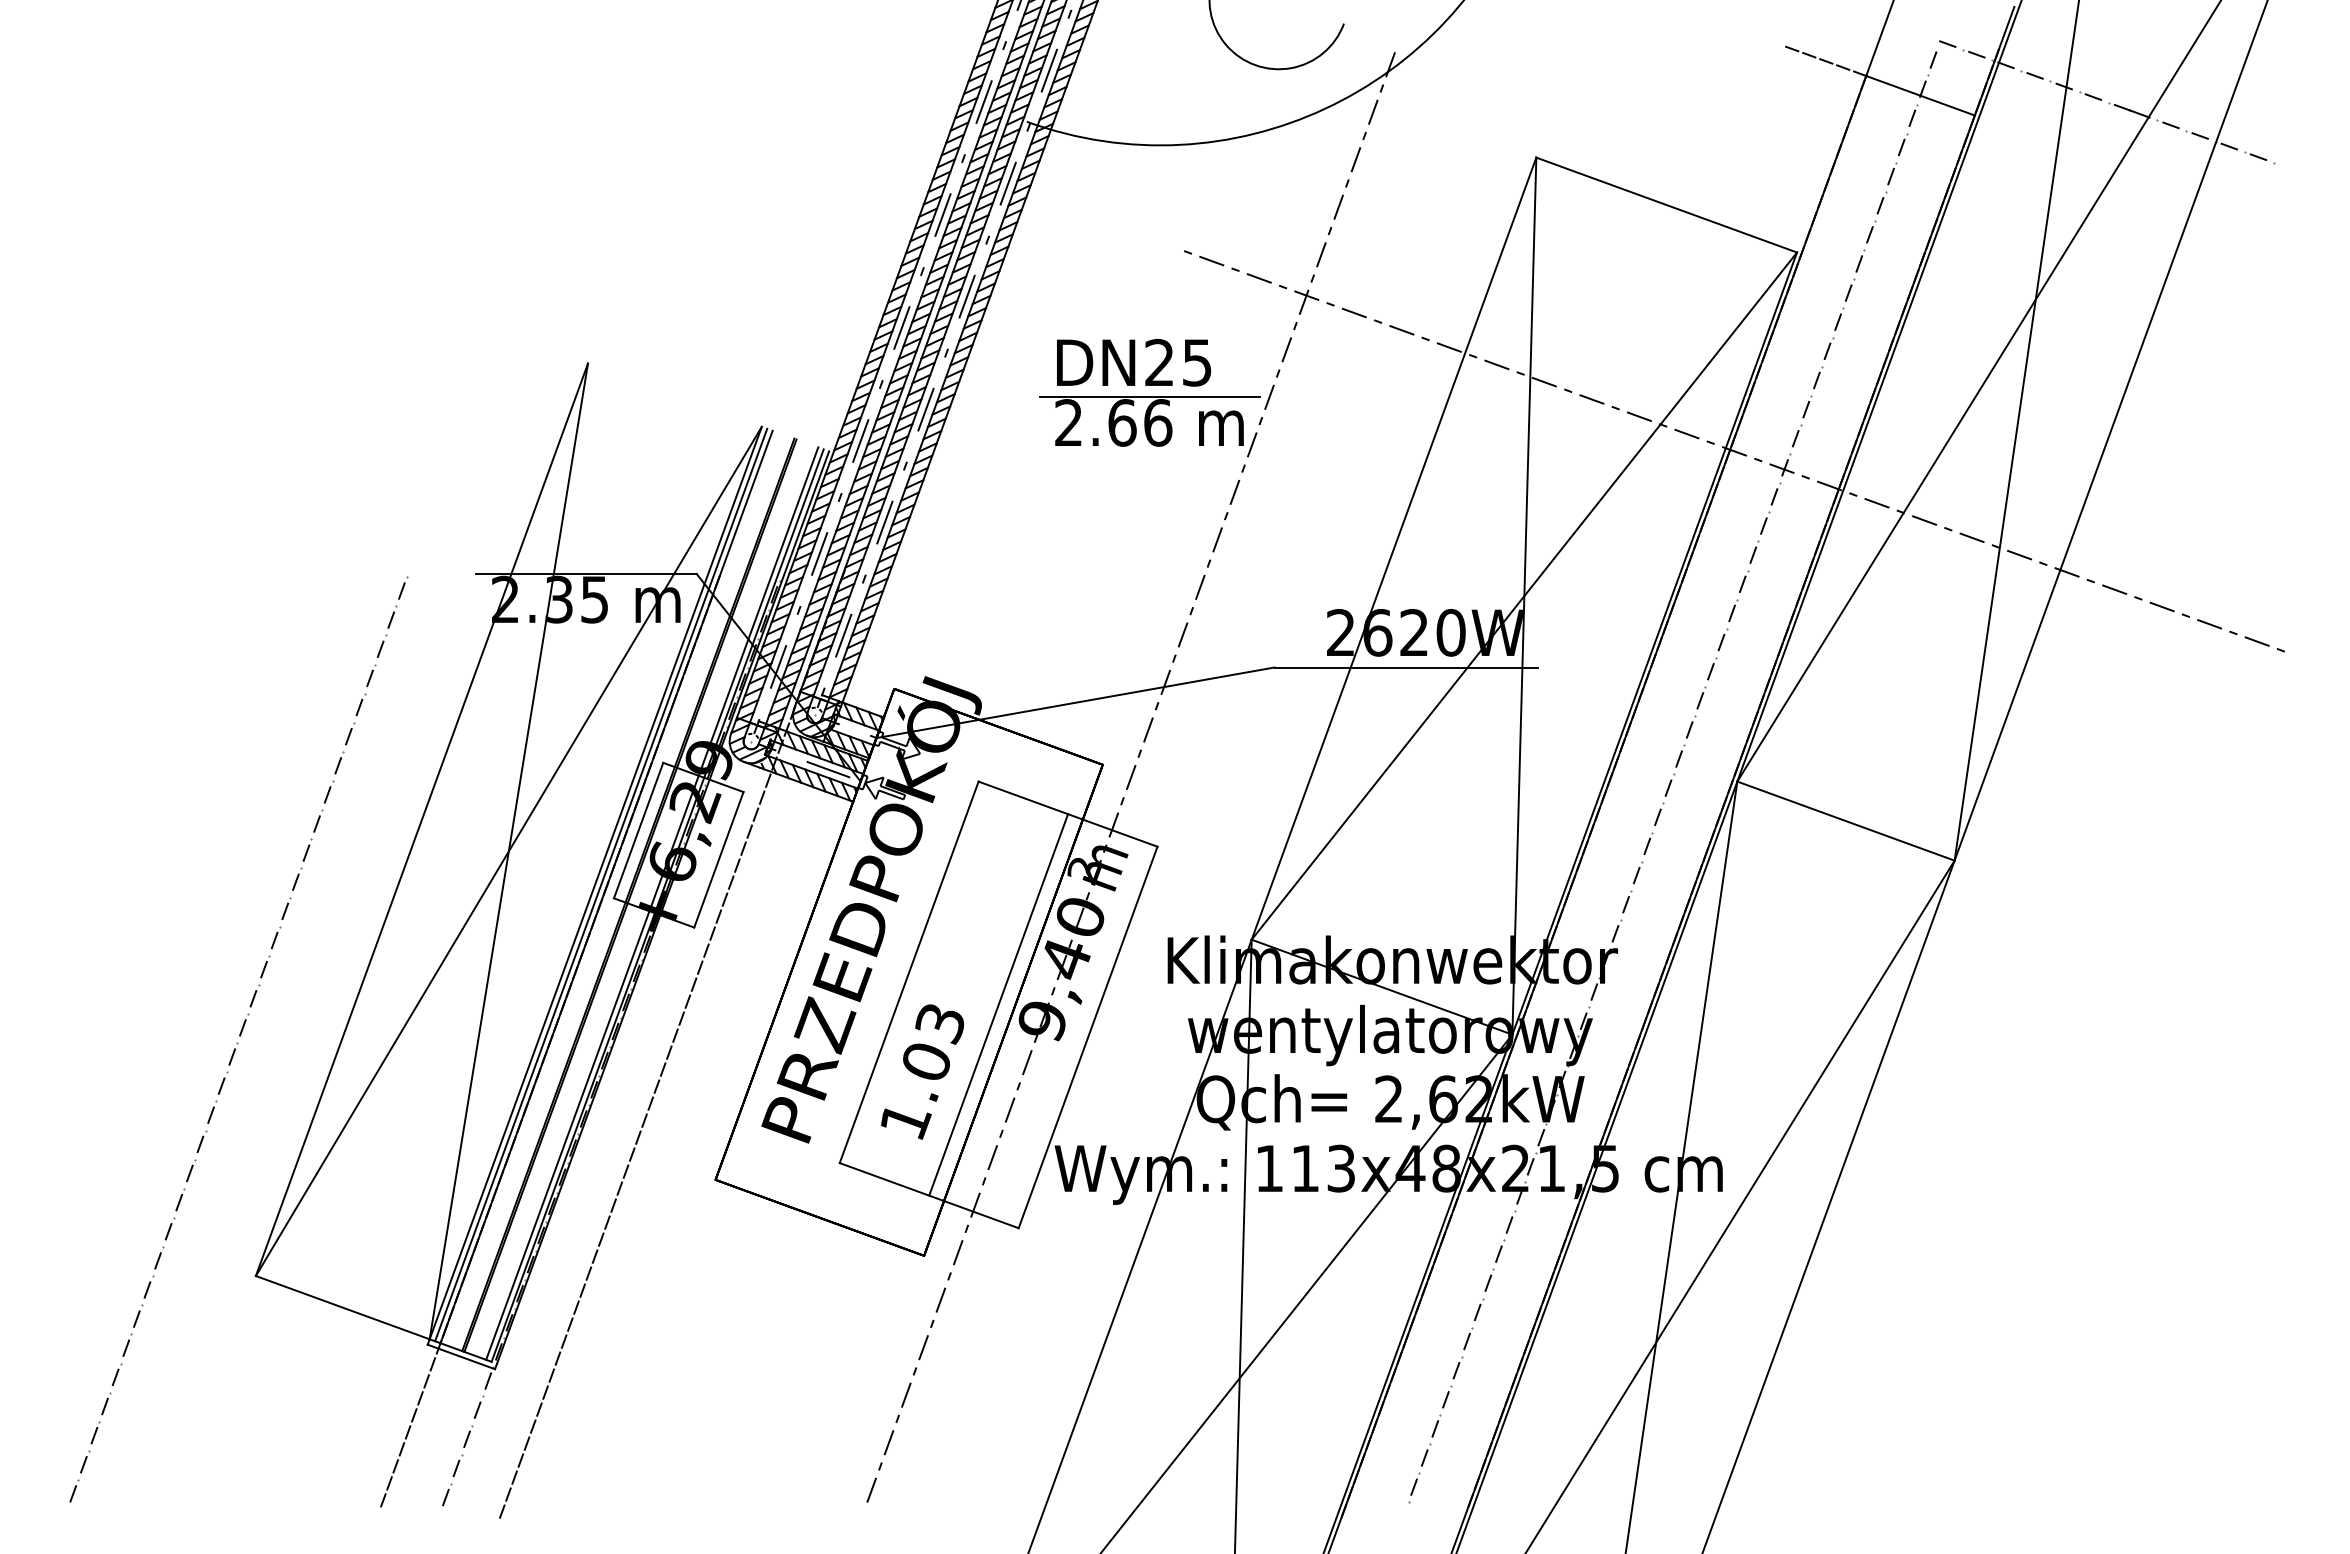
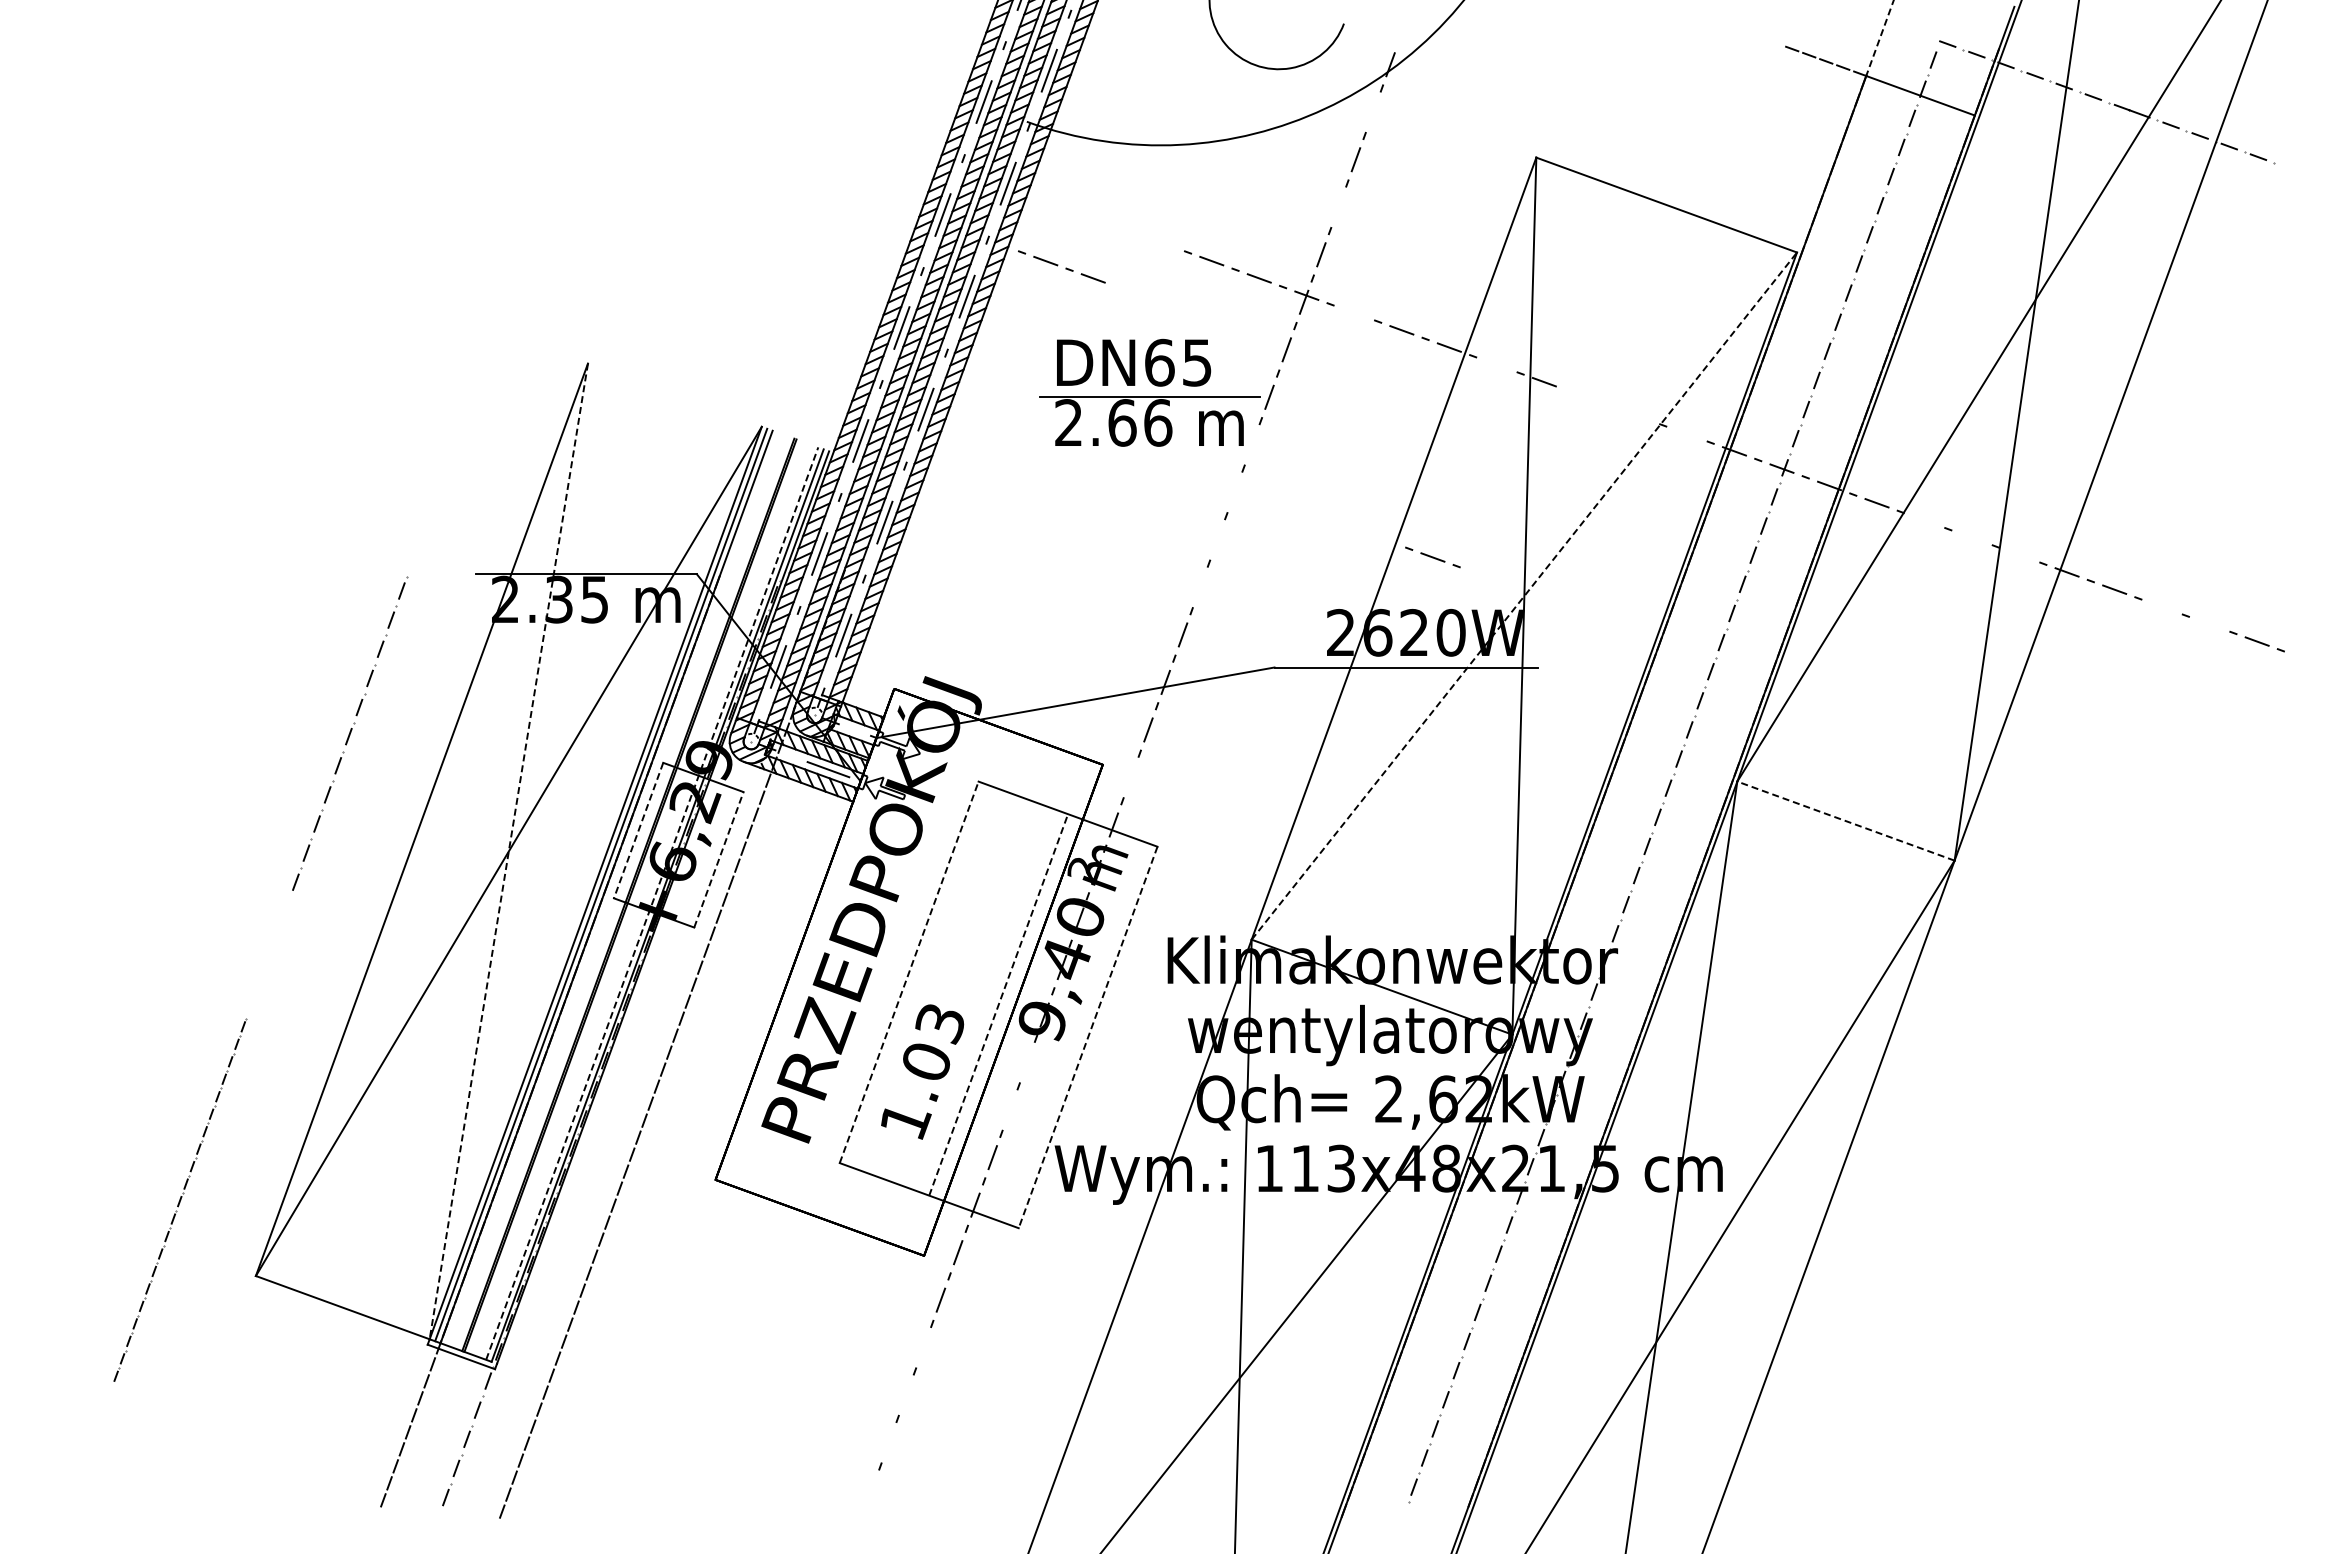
line at (1879, 38): solid -> dashed
line at (1373, 111): present -> none
line at (1338, 206): present -> none
part at (1061, 266): none -> present
line at (1353, 312): present -> none
text at (1159, 362): DN25 -> DN65
line at (1496, 364): present -> none
part at (1591, 399) position: (1591, 399) -> (1432, 557)
line at (1638, 416): present -> none
line at (1686, 433): present -> none
line at (1252, 444): present -> none
line at (1234, 491): present -> none
line at (1924, 520): present -> none
line at (1971, 537): present -> none
line at (1217, 539): present -> none
line at (2019, 554): present -> none
line at (1200, 586): present -> none
line at (1524, 596): solid -> dashed
line at (2161, 606): present -> none
line at (2209, 624): present -> none
line at (1130, 777): present -> none
line at (1845, 821): solid -> dashed
line at (638, 831): solid -> dashed
line at (508, 851): solid -> dashed
line at (719, 859): solid -> dashed
line at (652, 903): solid -> dashed
line at (909, 972): solid -> dashed
line at (998, 1004): solid -> dashed
line at (1088, 1037): solid -> dashed
line at (1027, 1062): present -> none
line at (1009, 1109): present -> none
part at (180, 1199) size: 223x606 px -> 135x364 px
line at (923, 1347): present -> none
line at (906, 1394): present -> none
line at (888, 1442): present -> none
line at (871, 1489): present -> none
